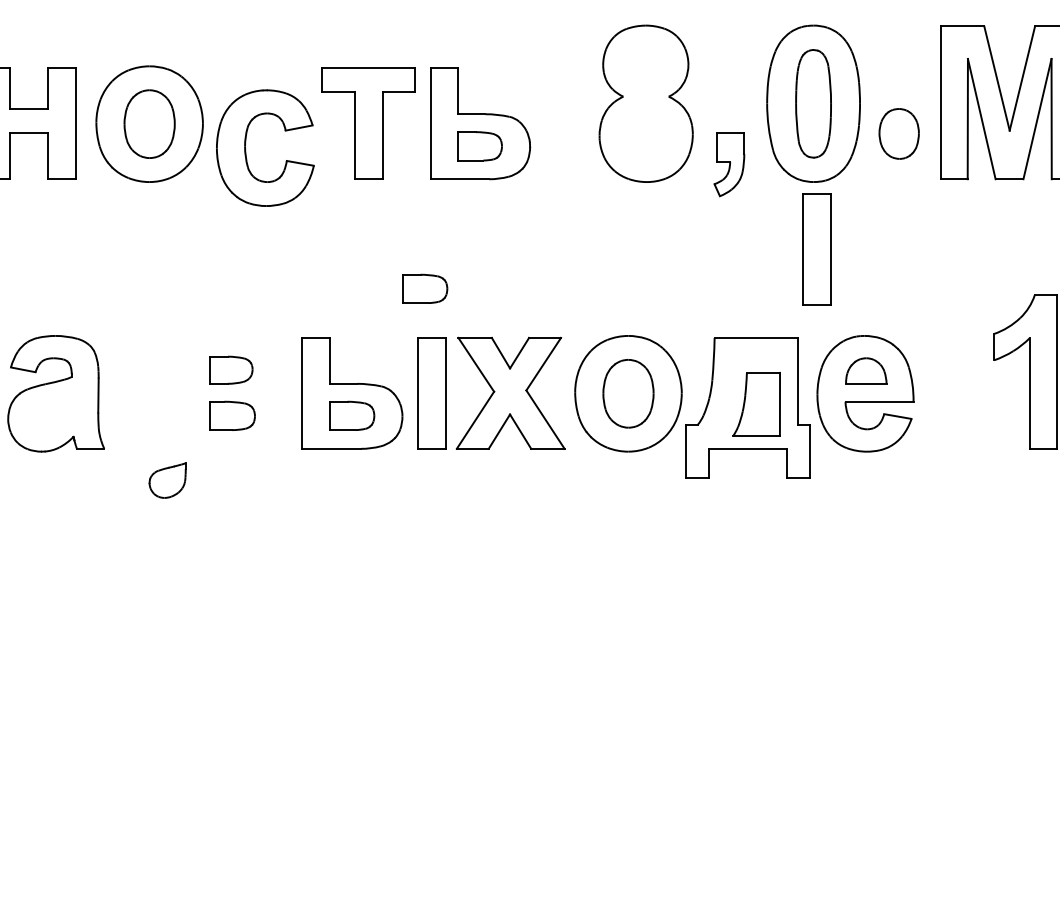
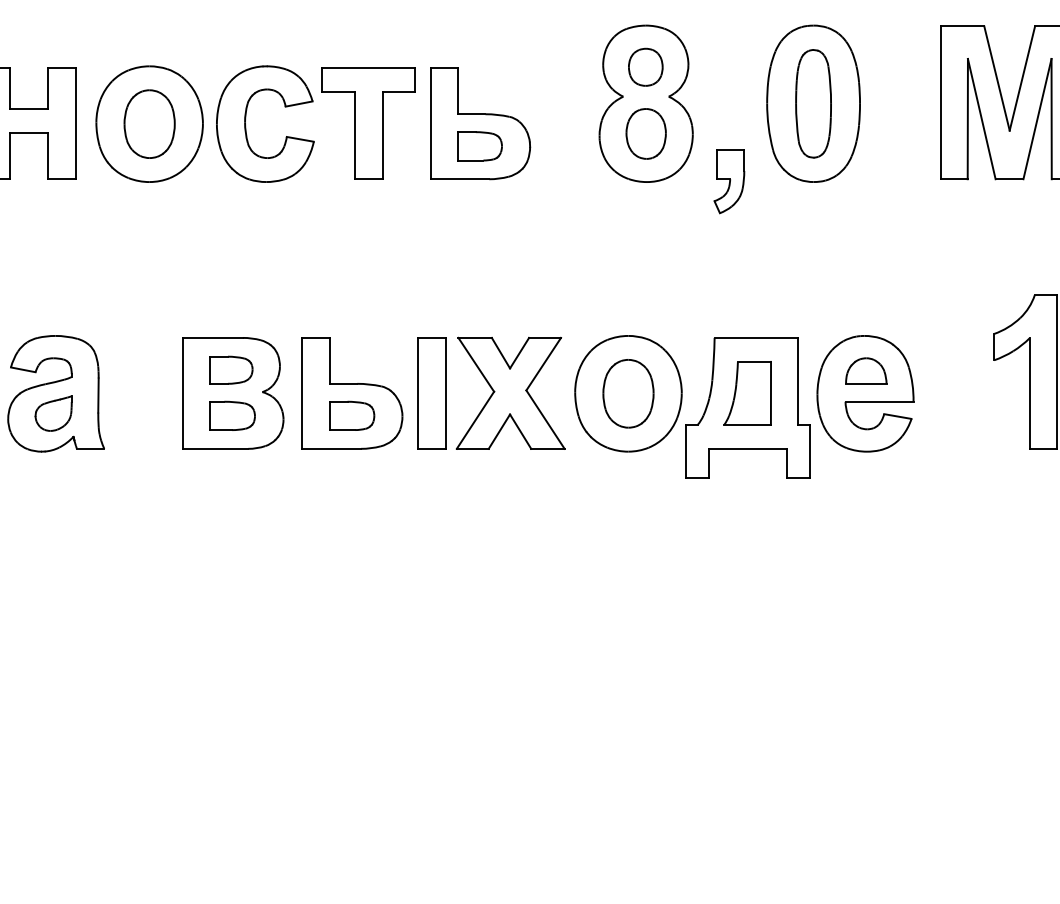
part at (645, 66): none -> present
part at (898, 133) position: (898, 133) -> (645, 133)
part at (246, 150) position: (246, 150) -> (246, 126)
part at (729, 164) position: (729, 164) -> (729, 181)
part at (816, 249): present -> none
part at (425, 288): present -> none
part at (233, 393): none -> present
part at (756, 404) position: (756, 404) -> (747, 393)
part at (167, 480) position: (167, 480) -> (53, 413)
